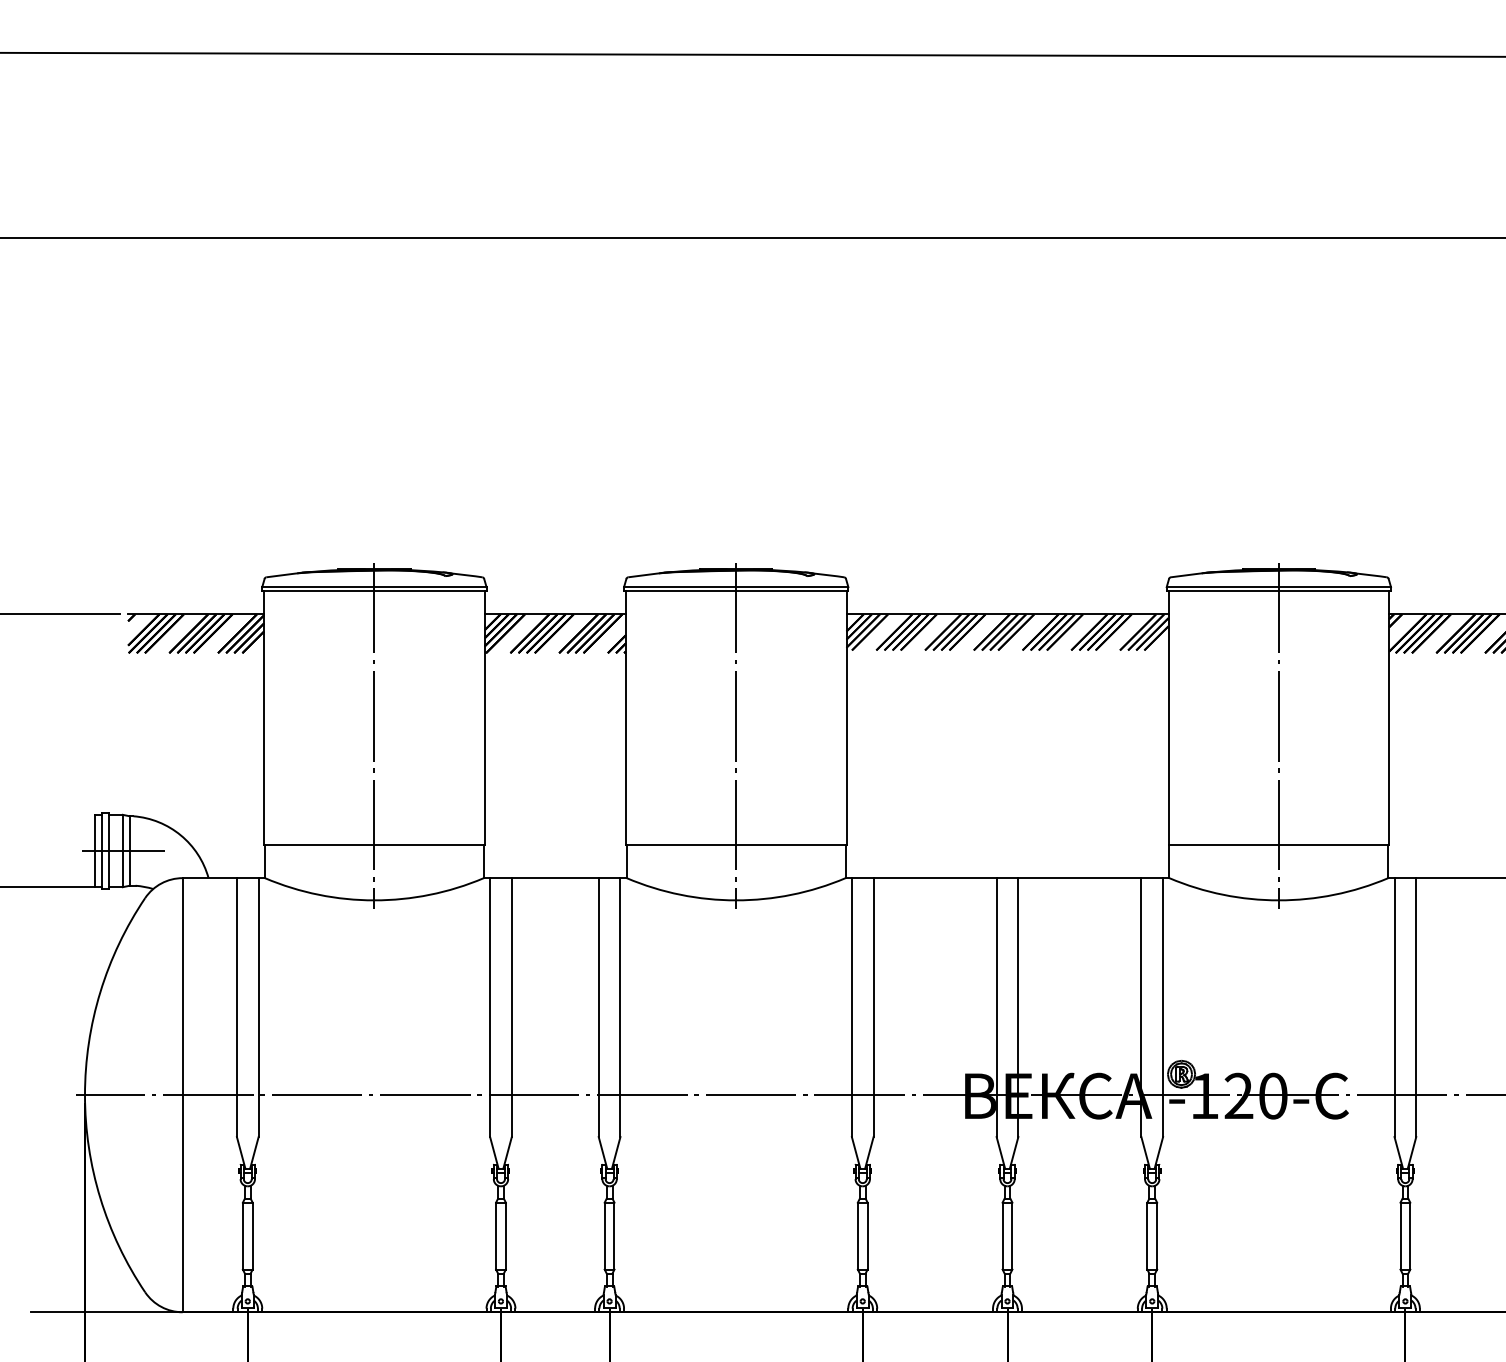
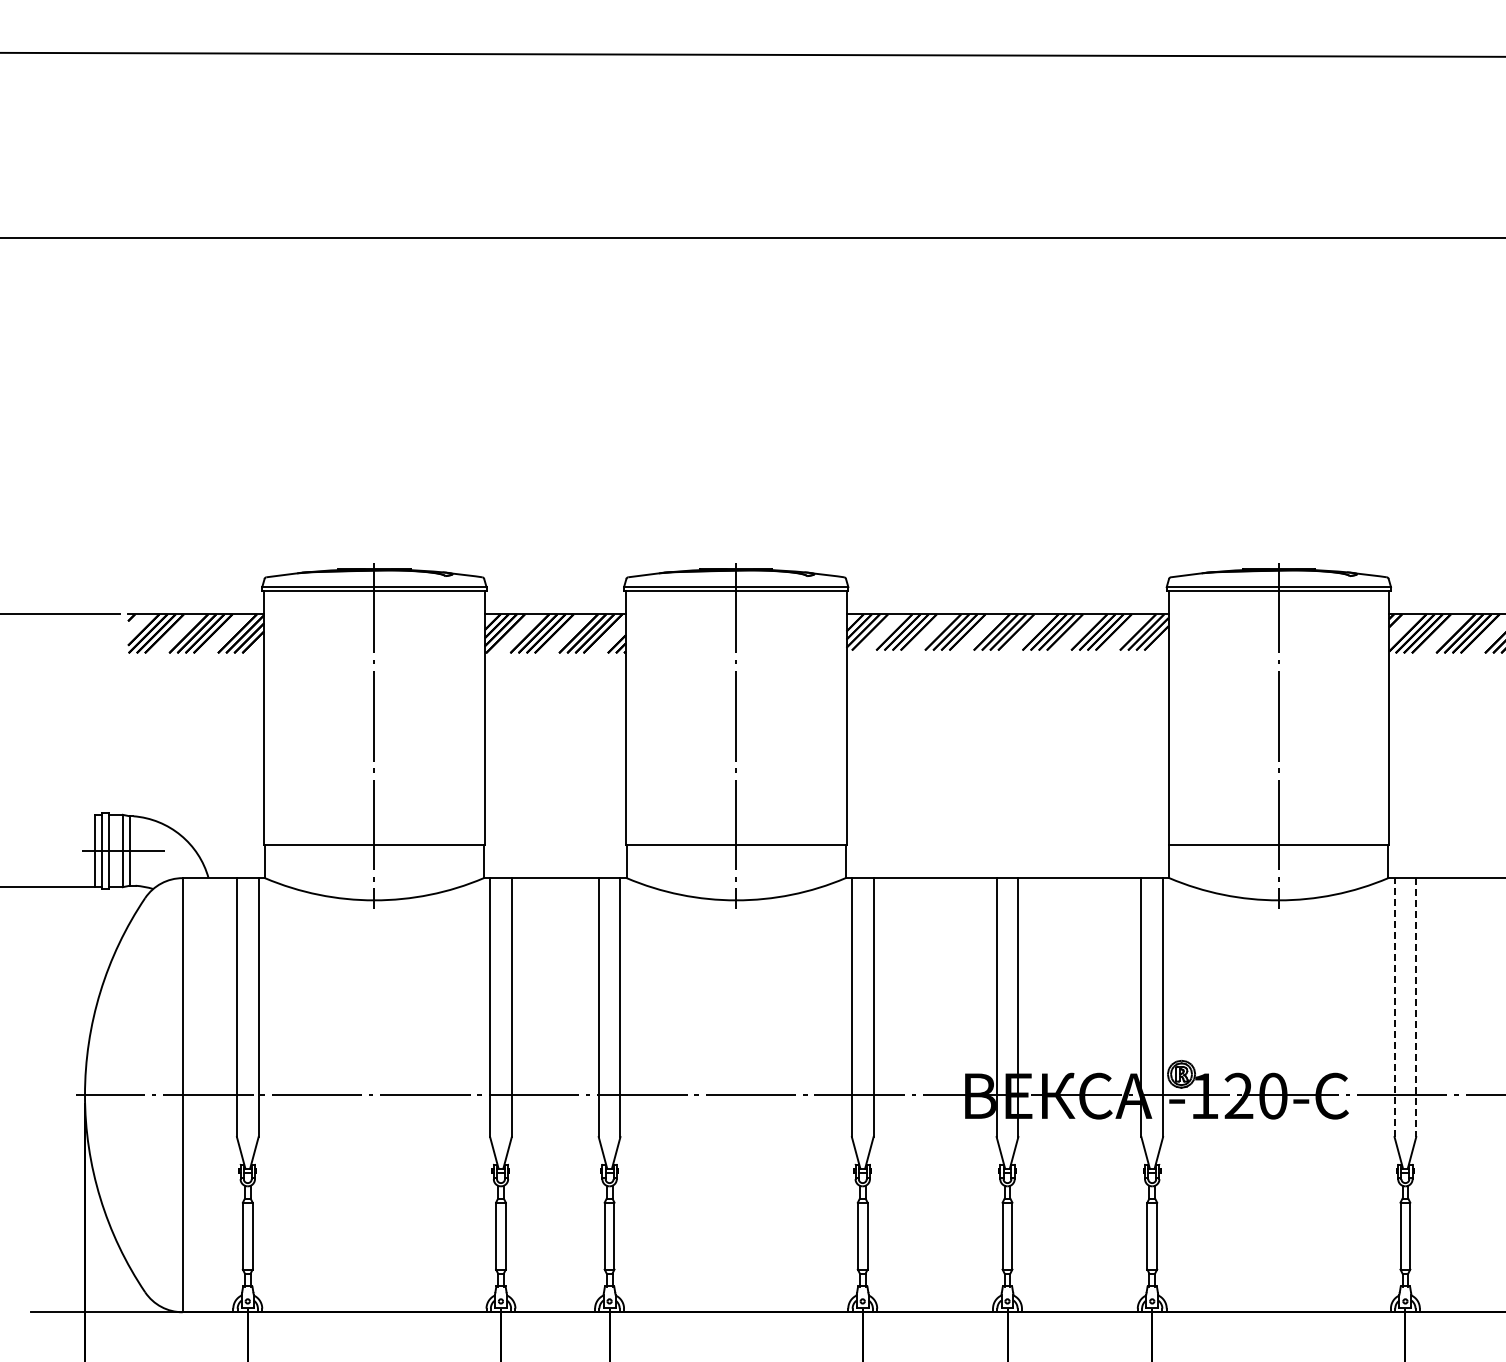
line at (1394, 1007): solid -> dashed
line at (1416, 1008): solid -> dashed
